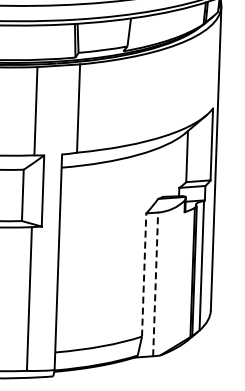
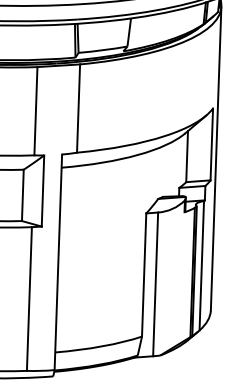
line at (144, 275): dashed -> solid
line at (155, 284): dashed -> solid
